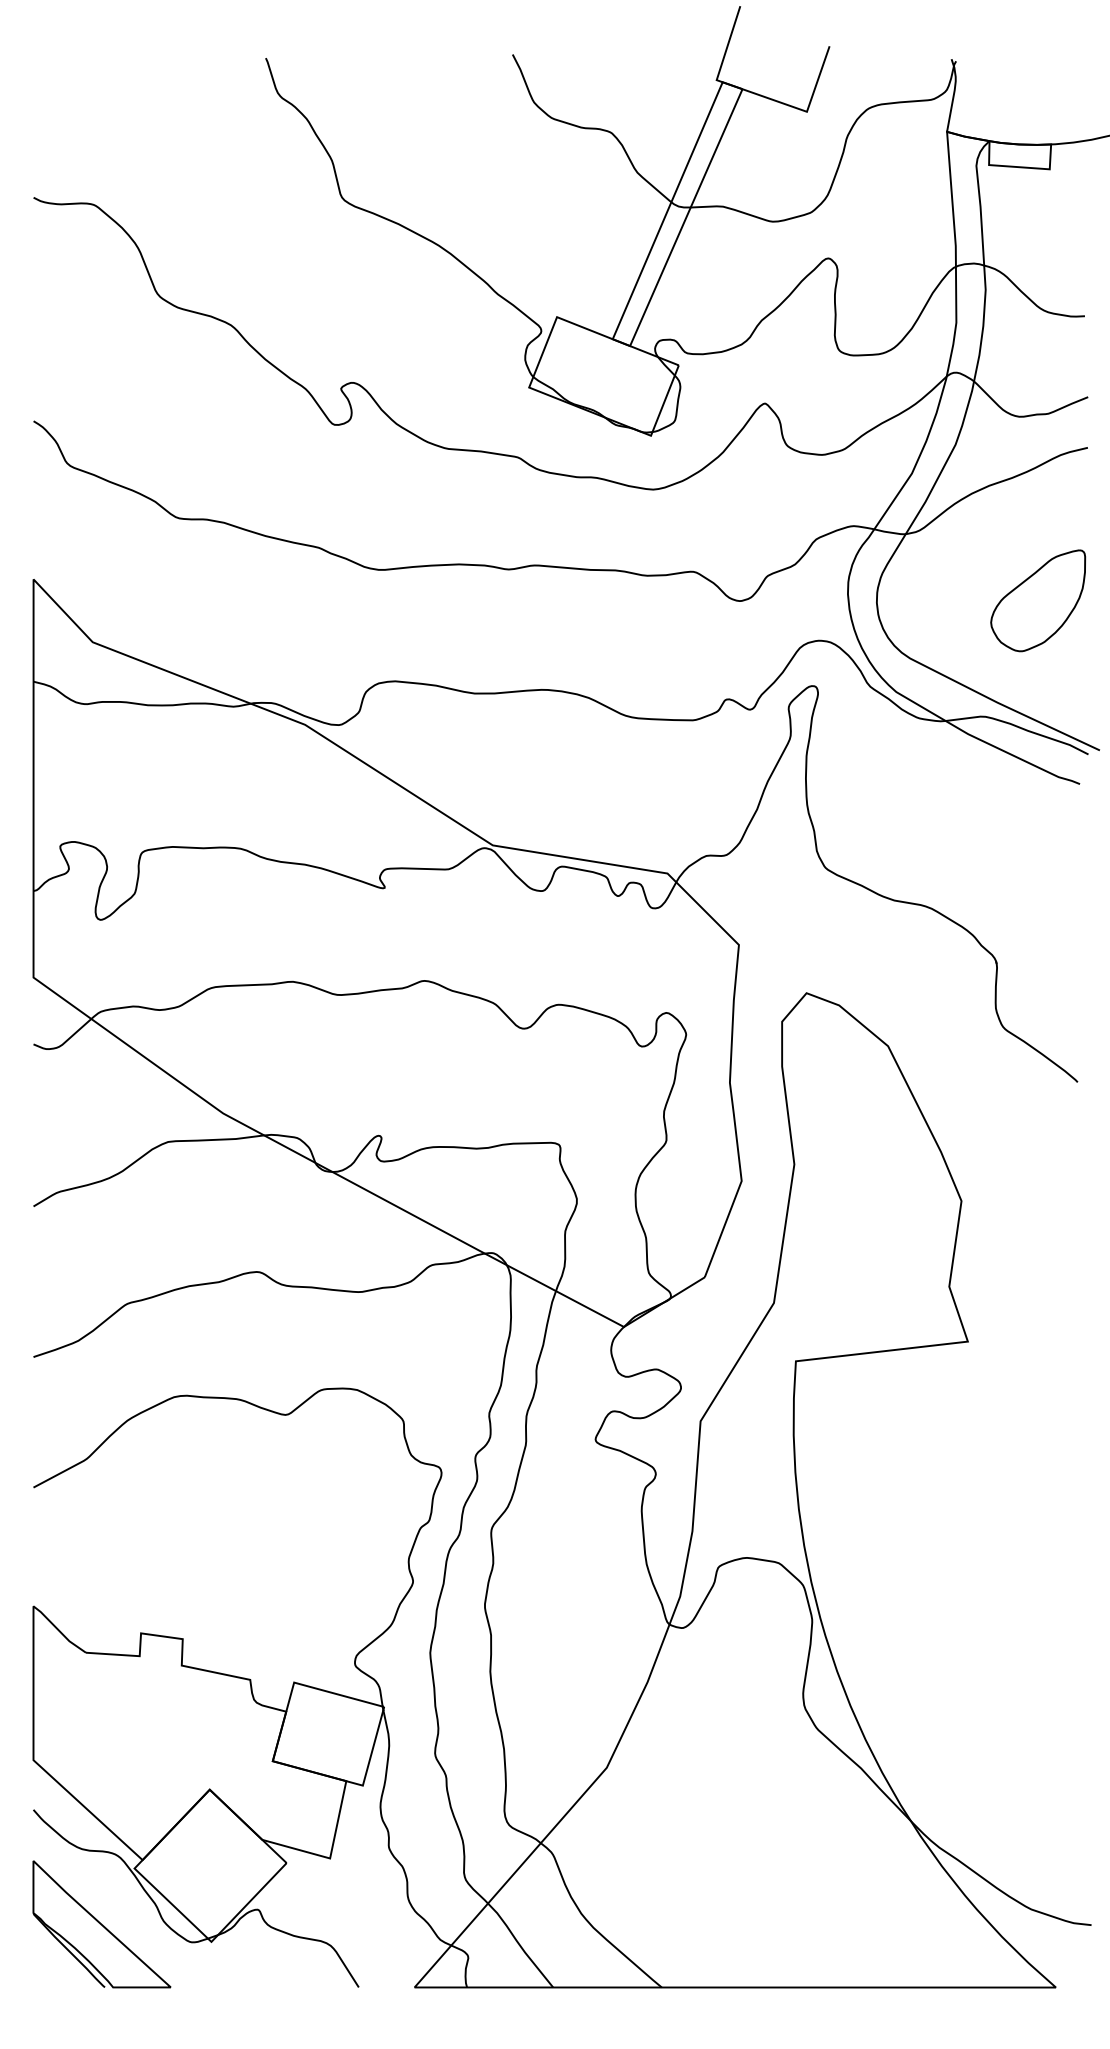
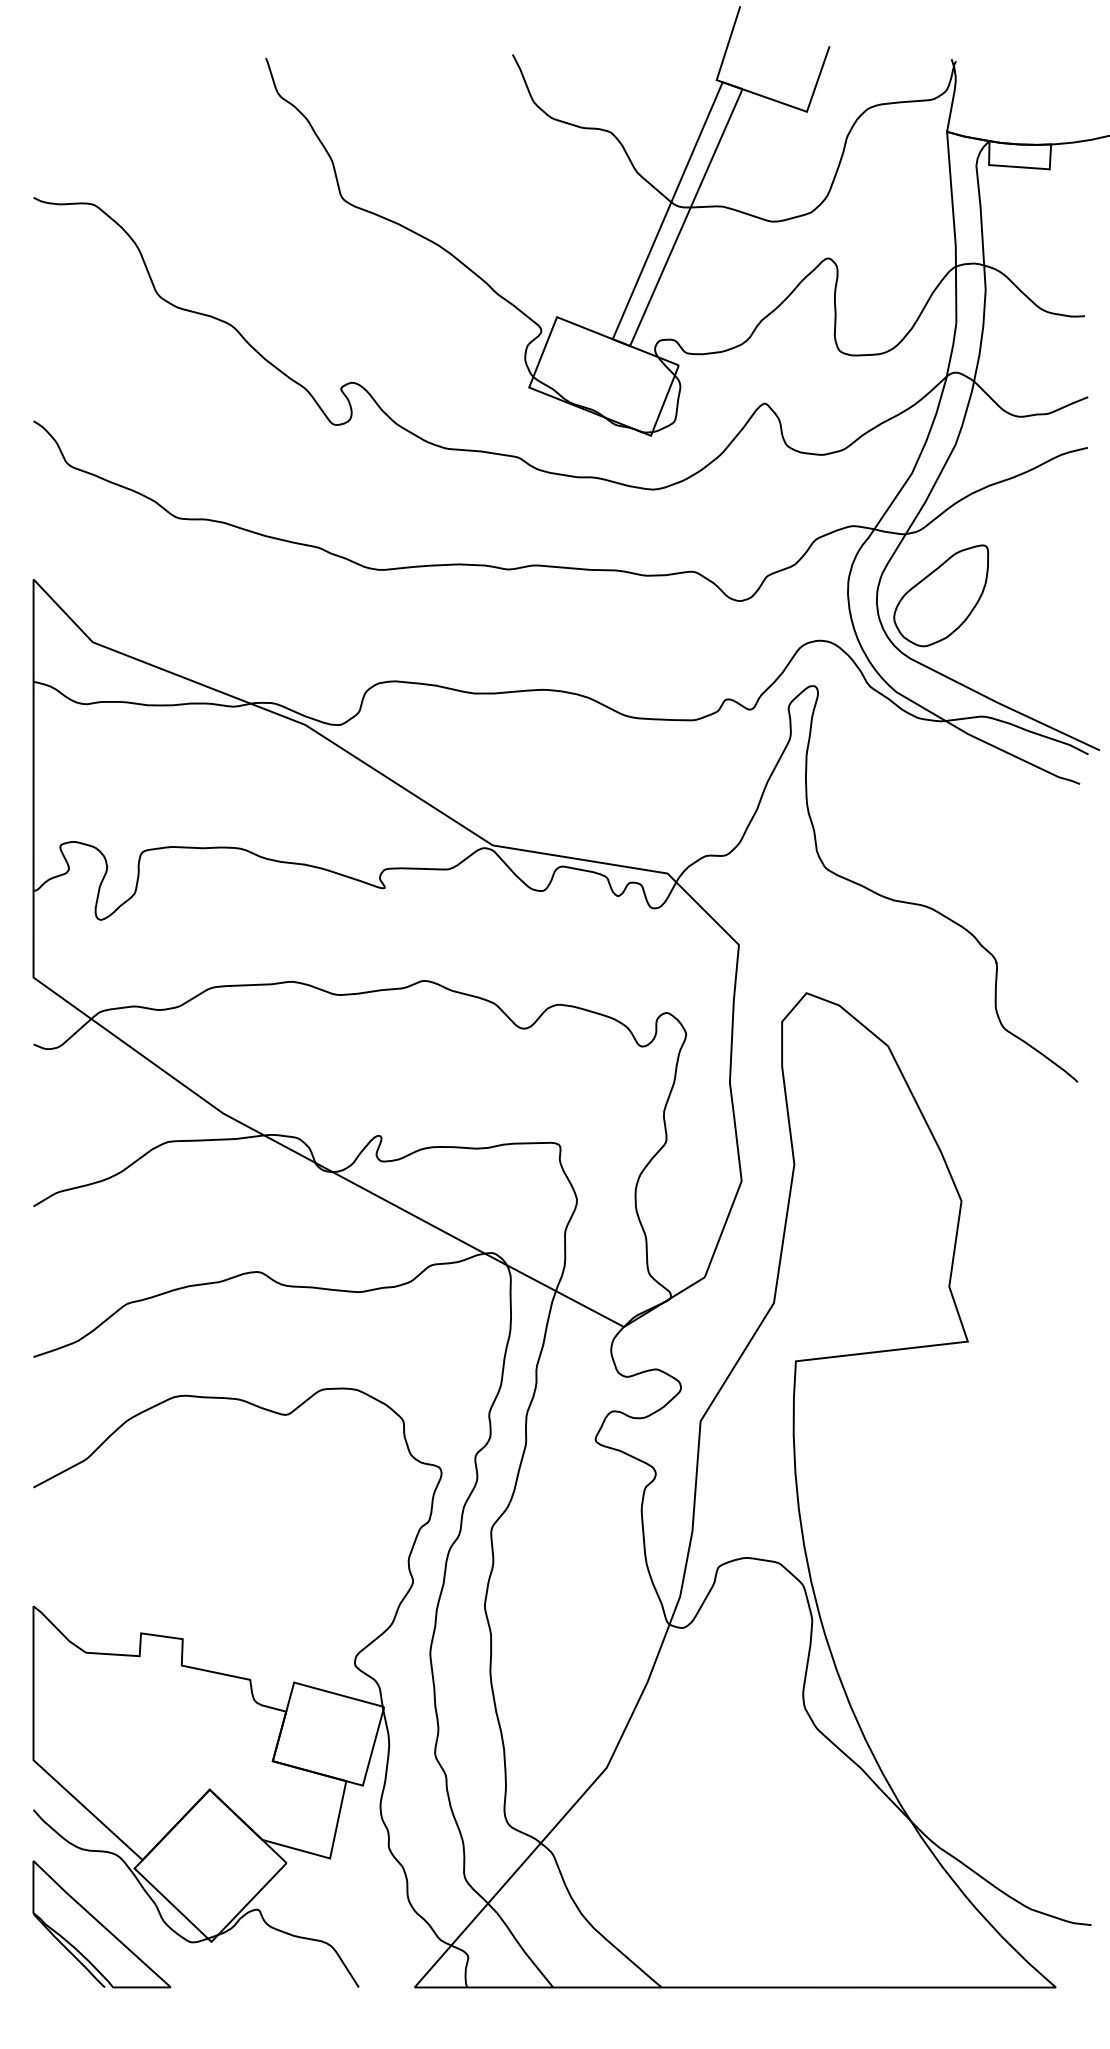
part at (1038, 600) position: (1038, 600) -> (941, 595)
